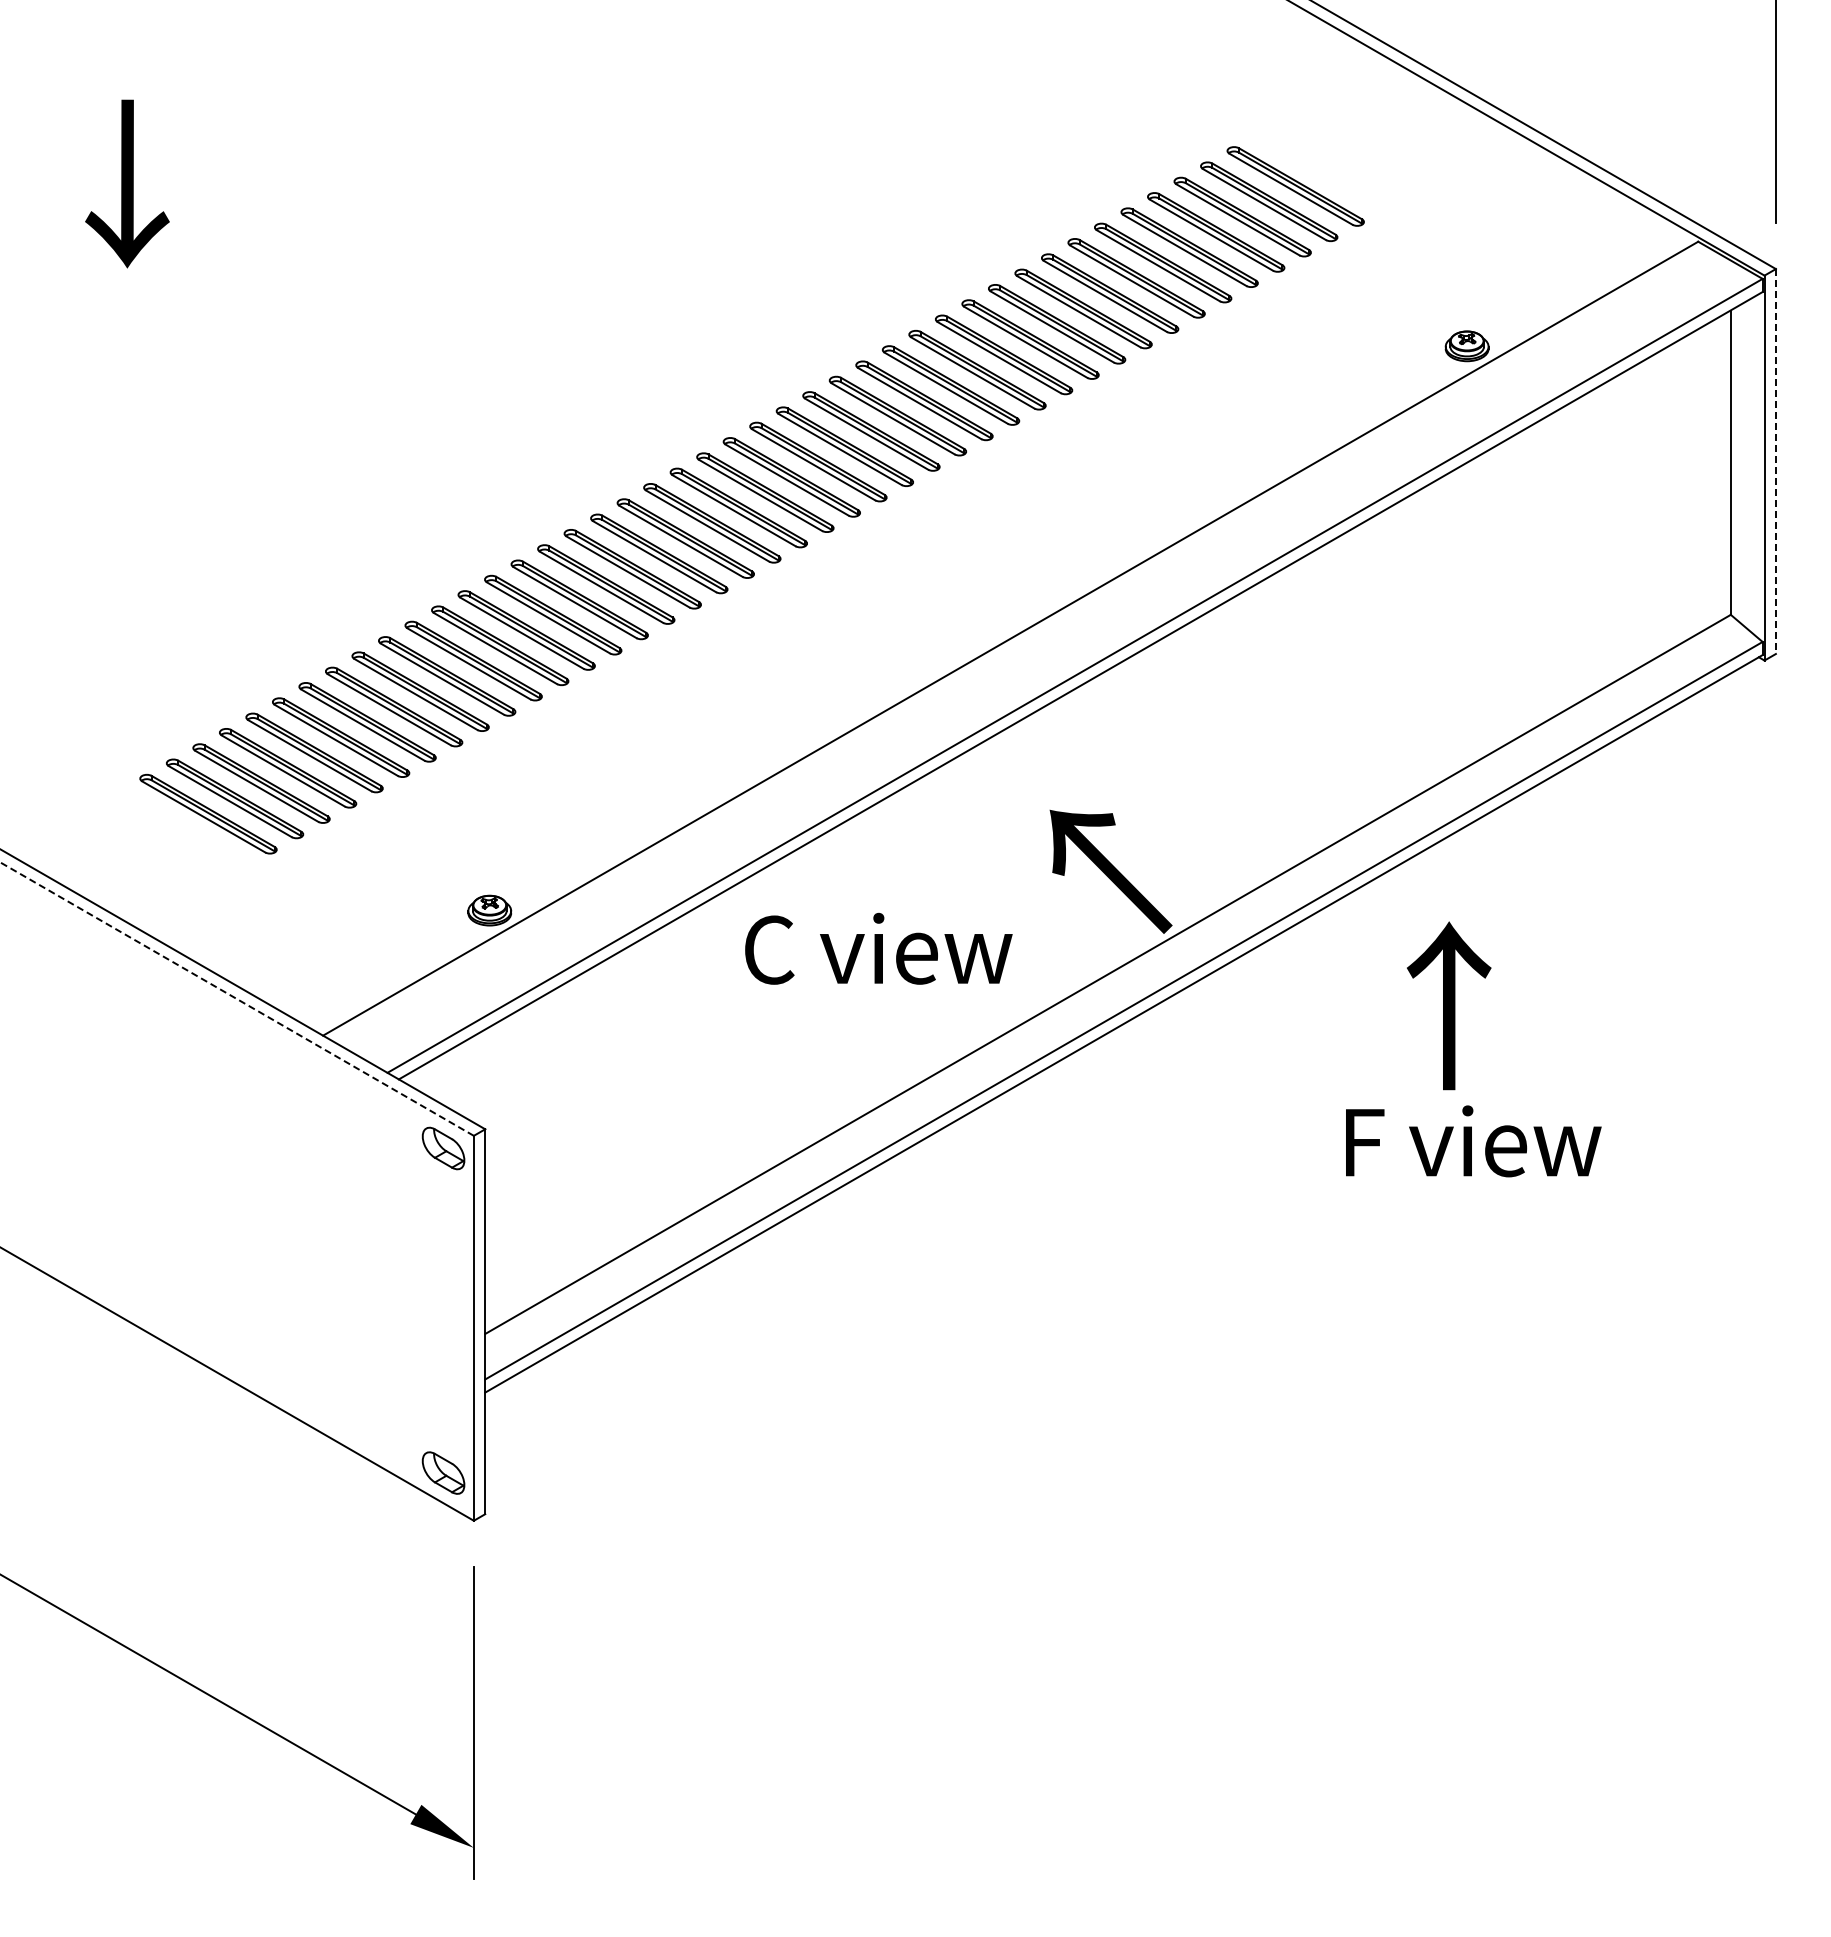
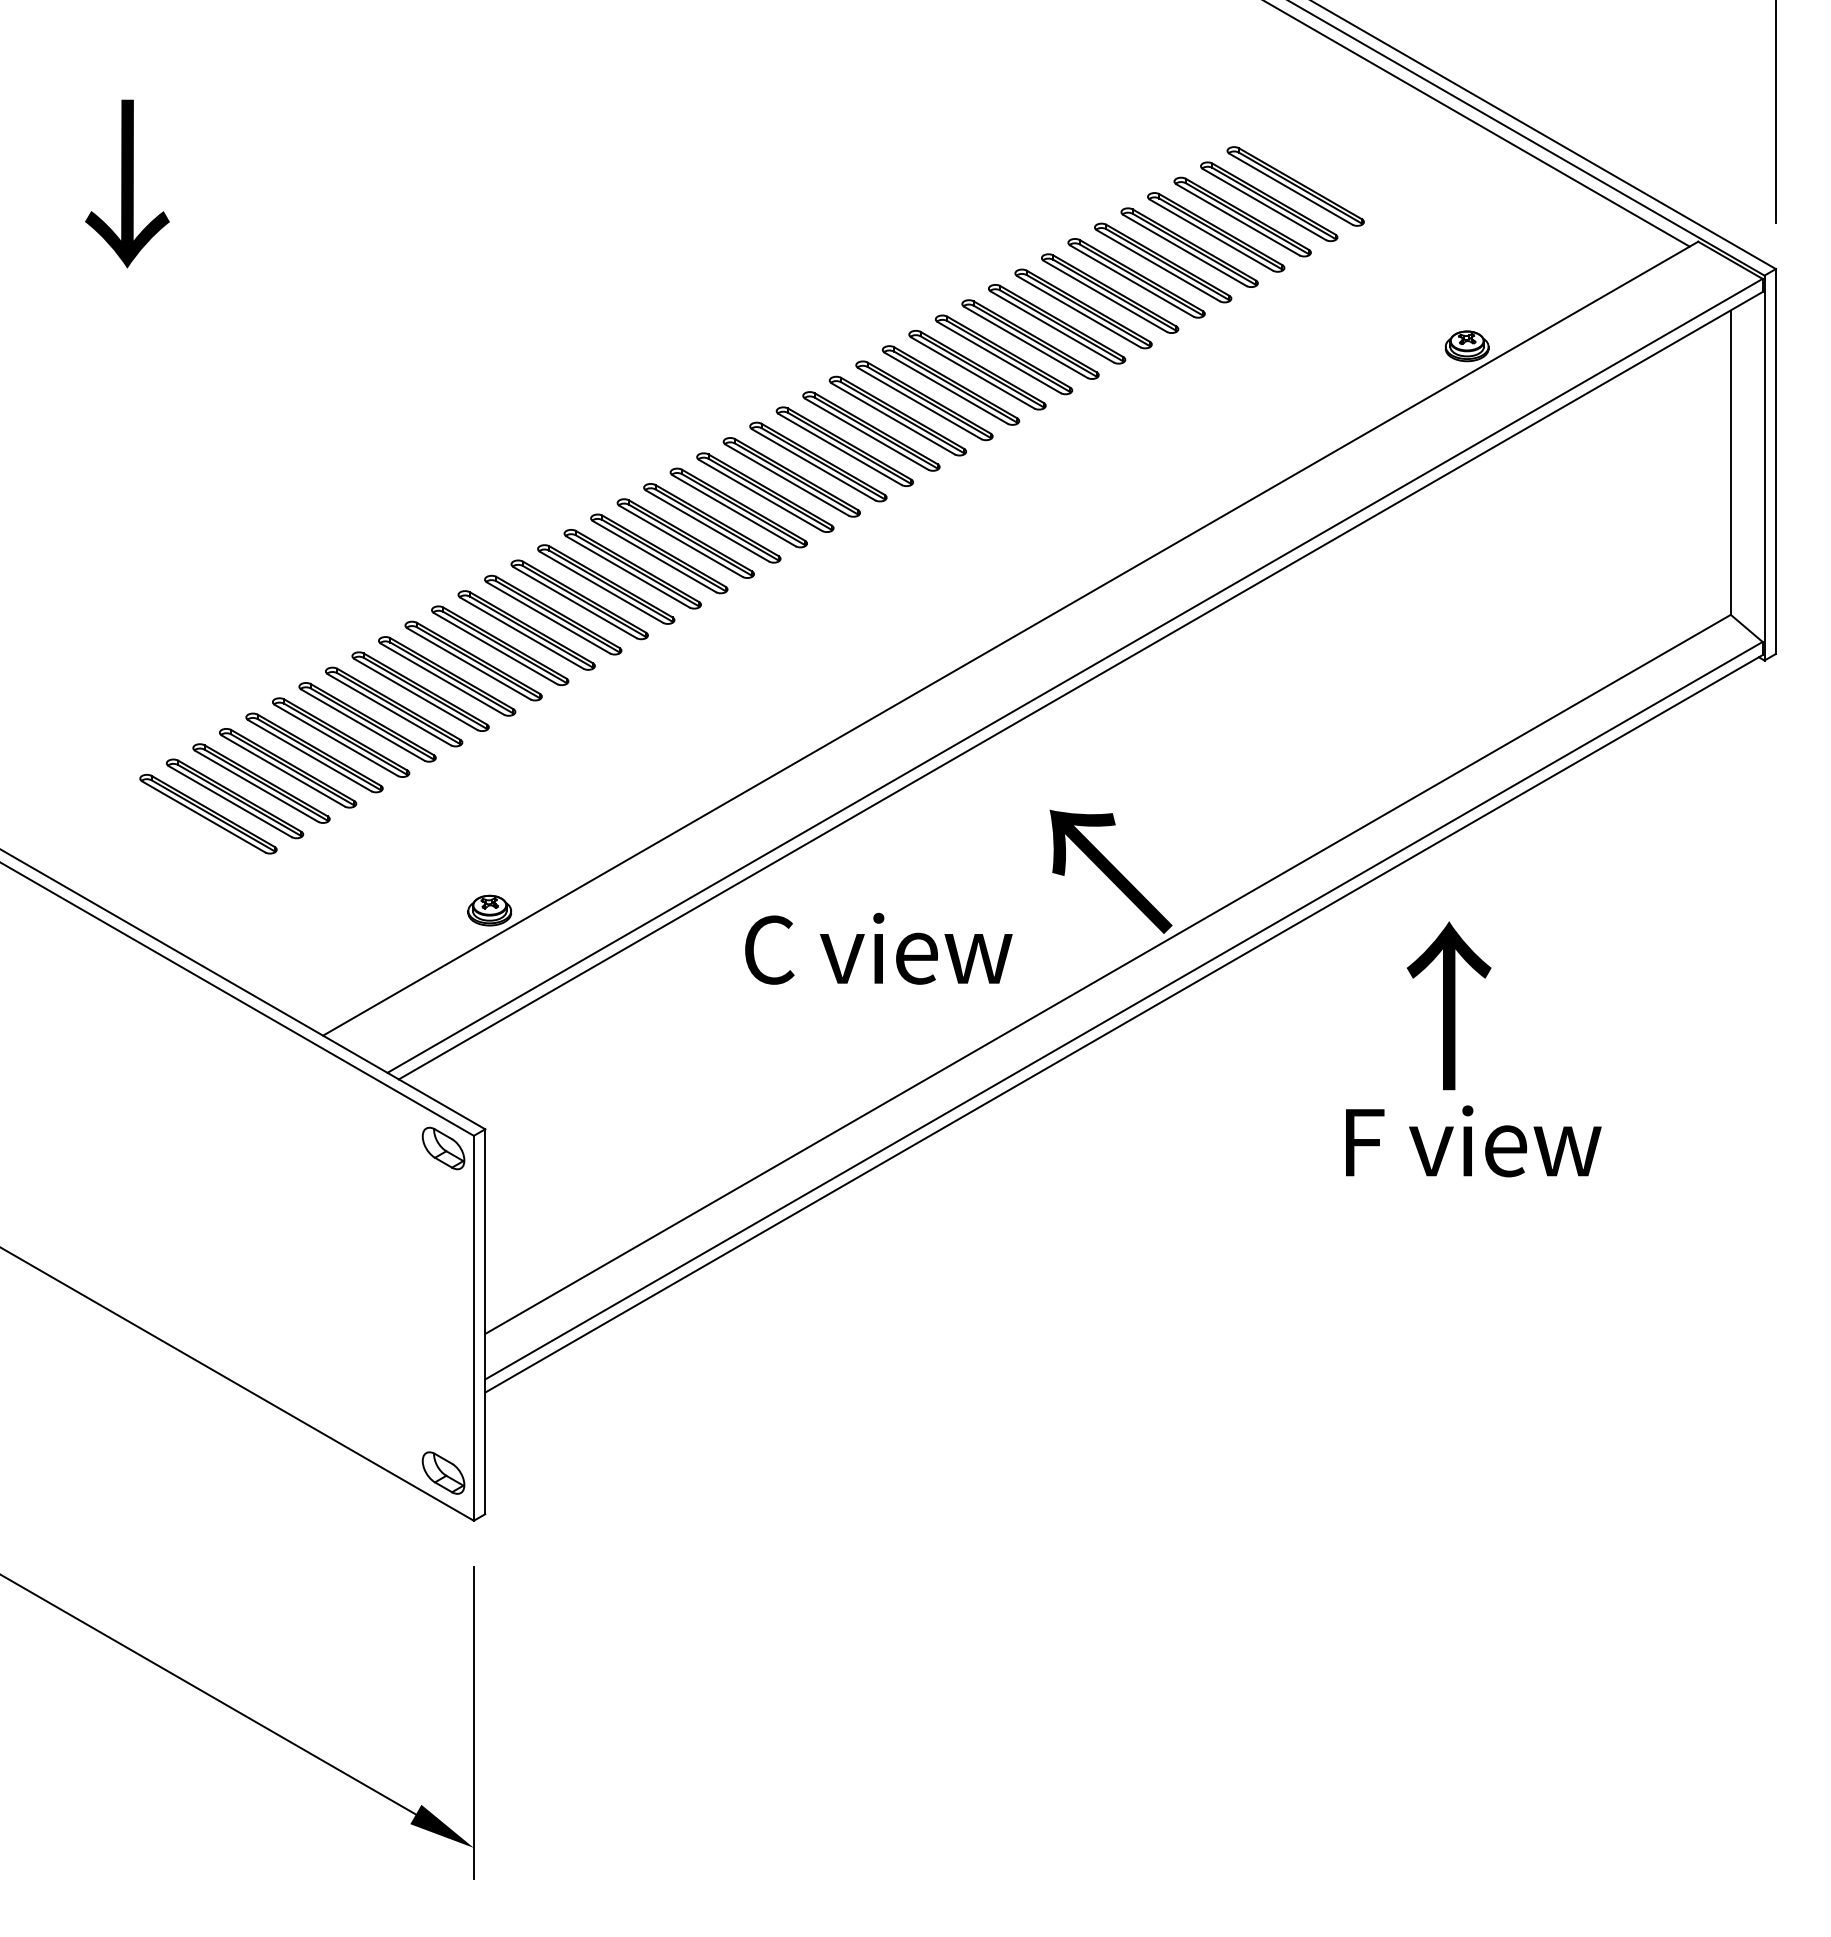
line at (1477, 124): none -> present
line at (1775, 462): dashed -> solid
line at (236, 998): dashed -> solid
